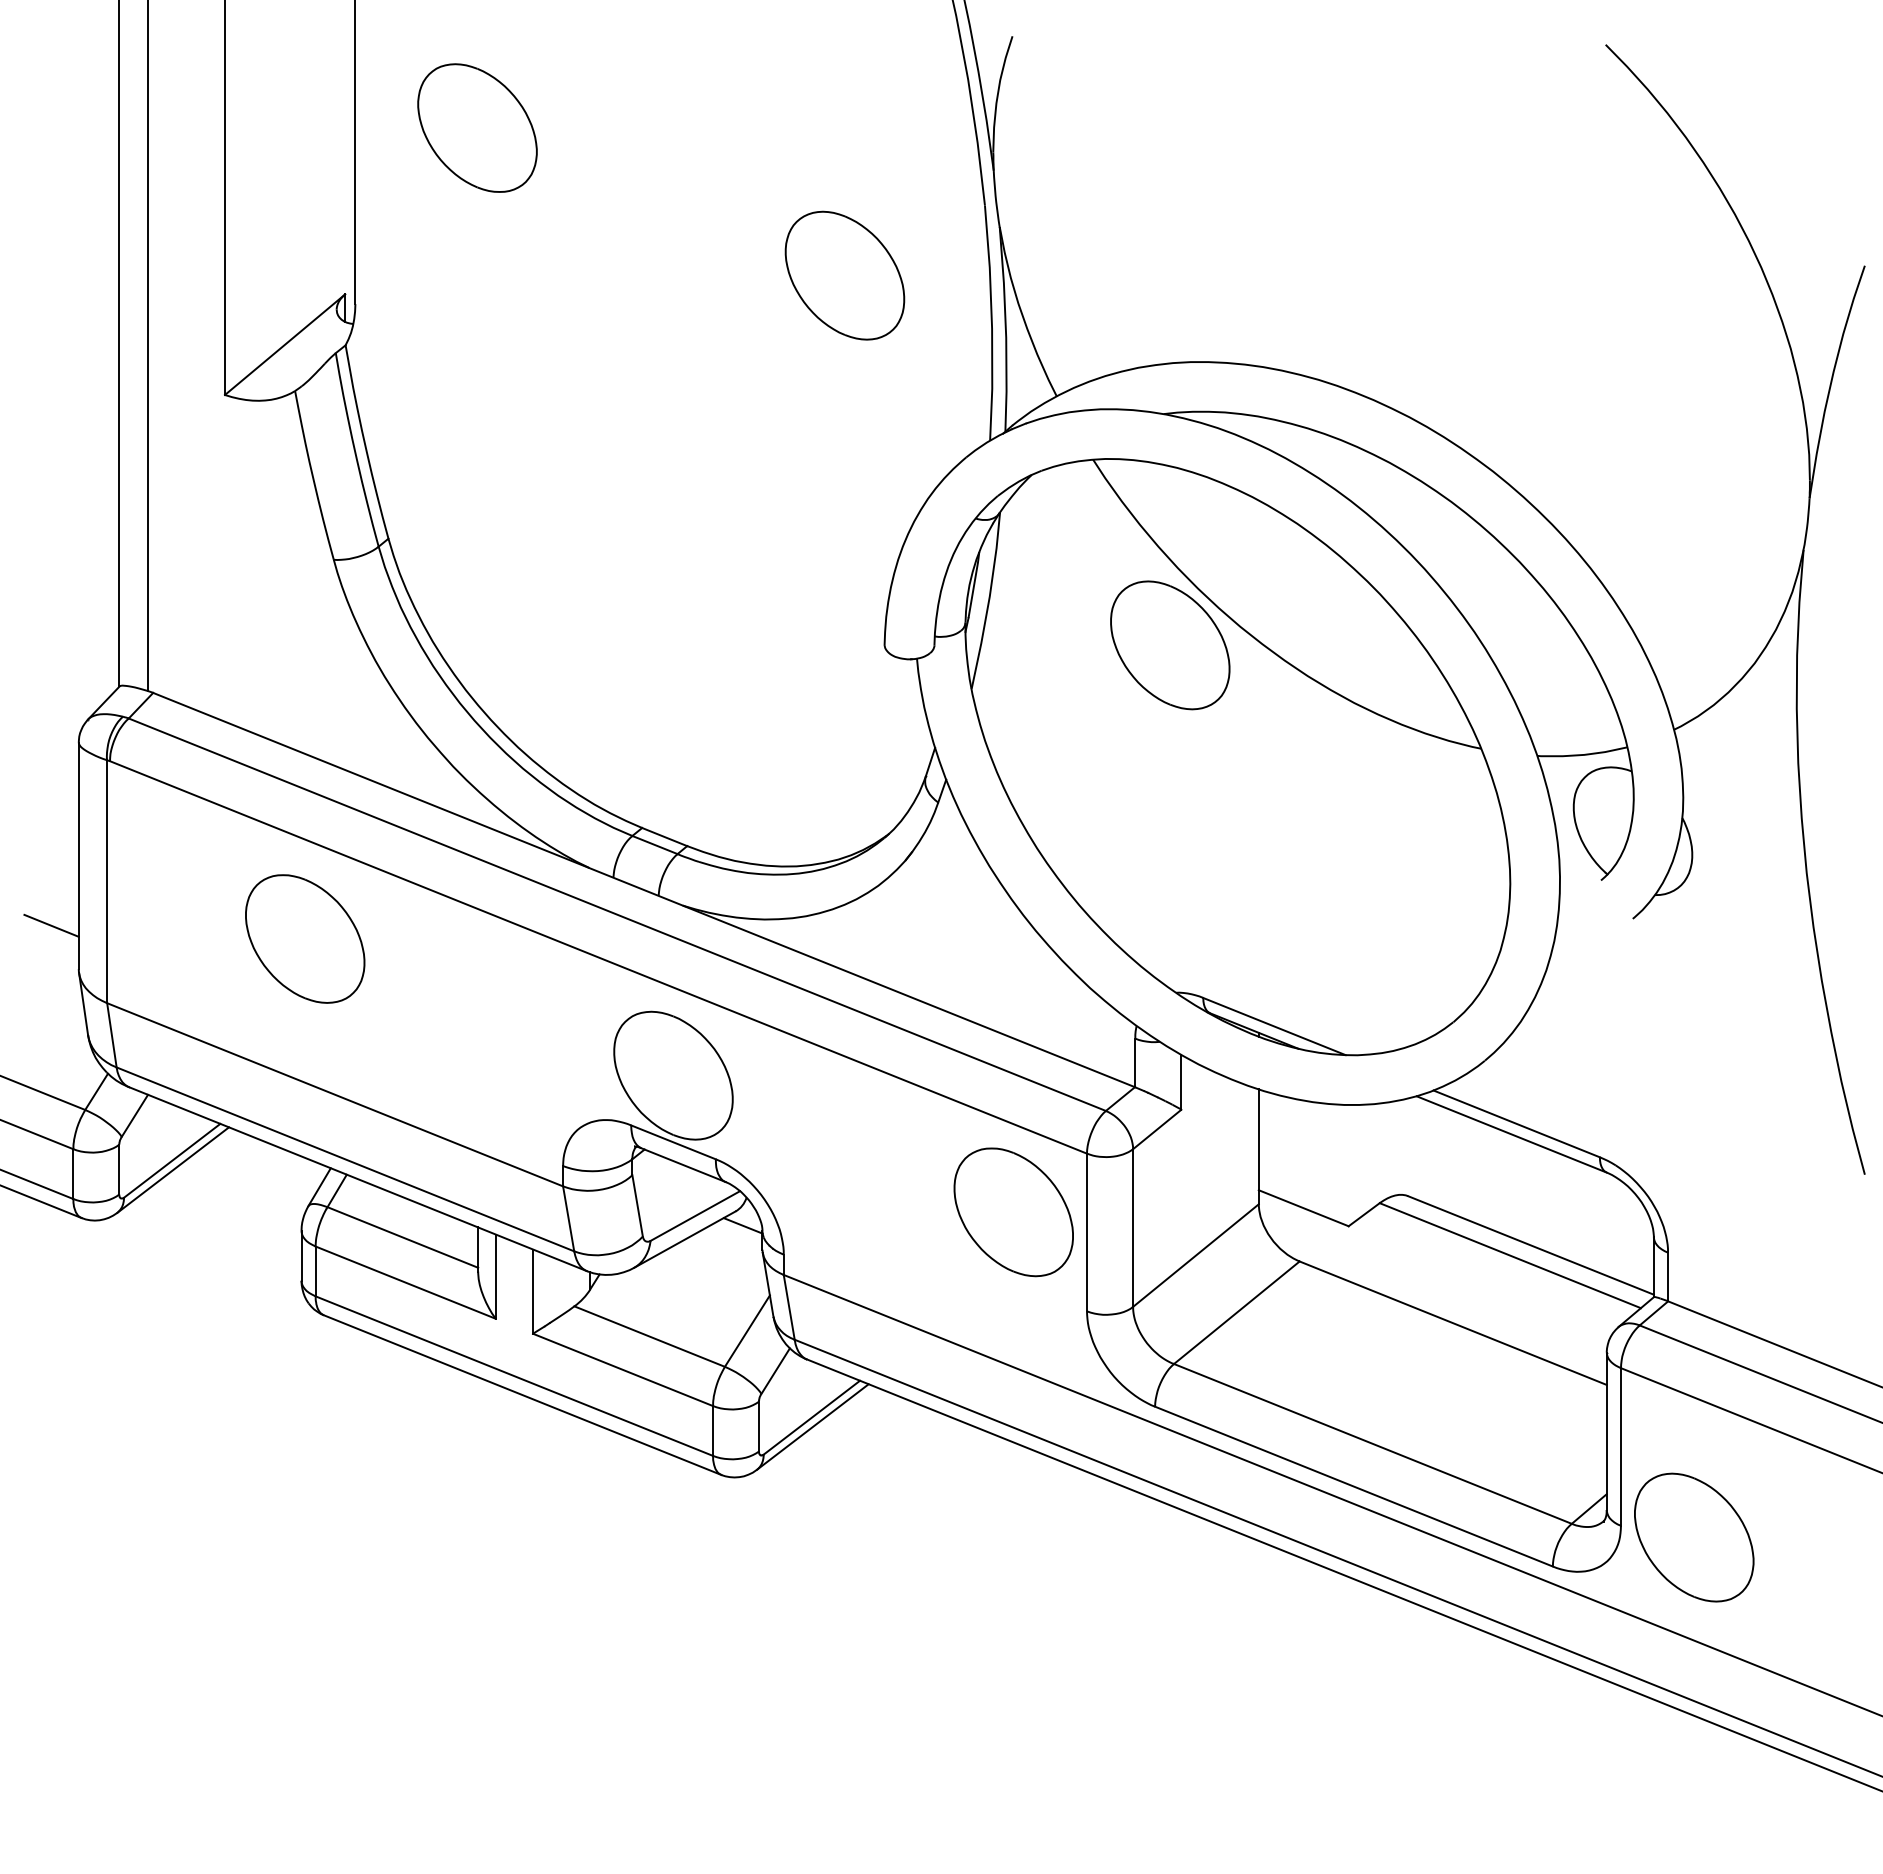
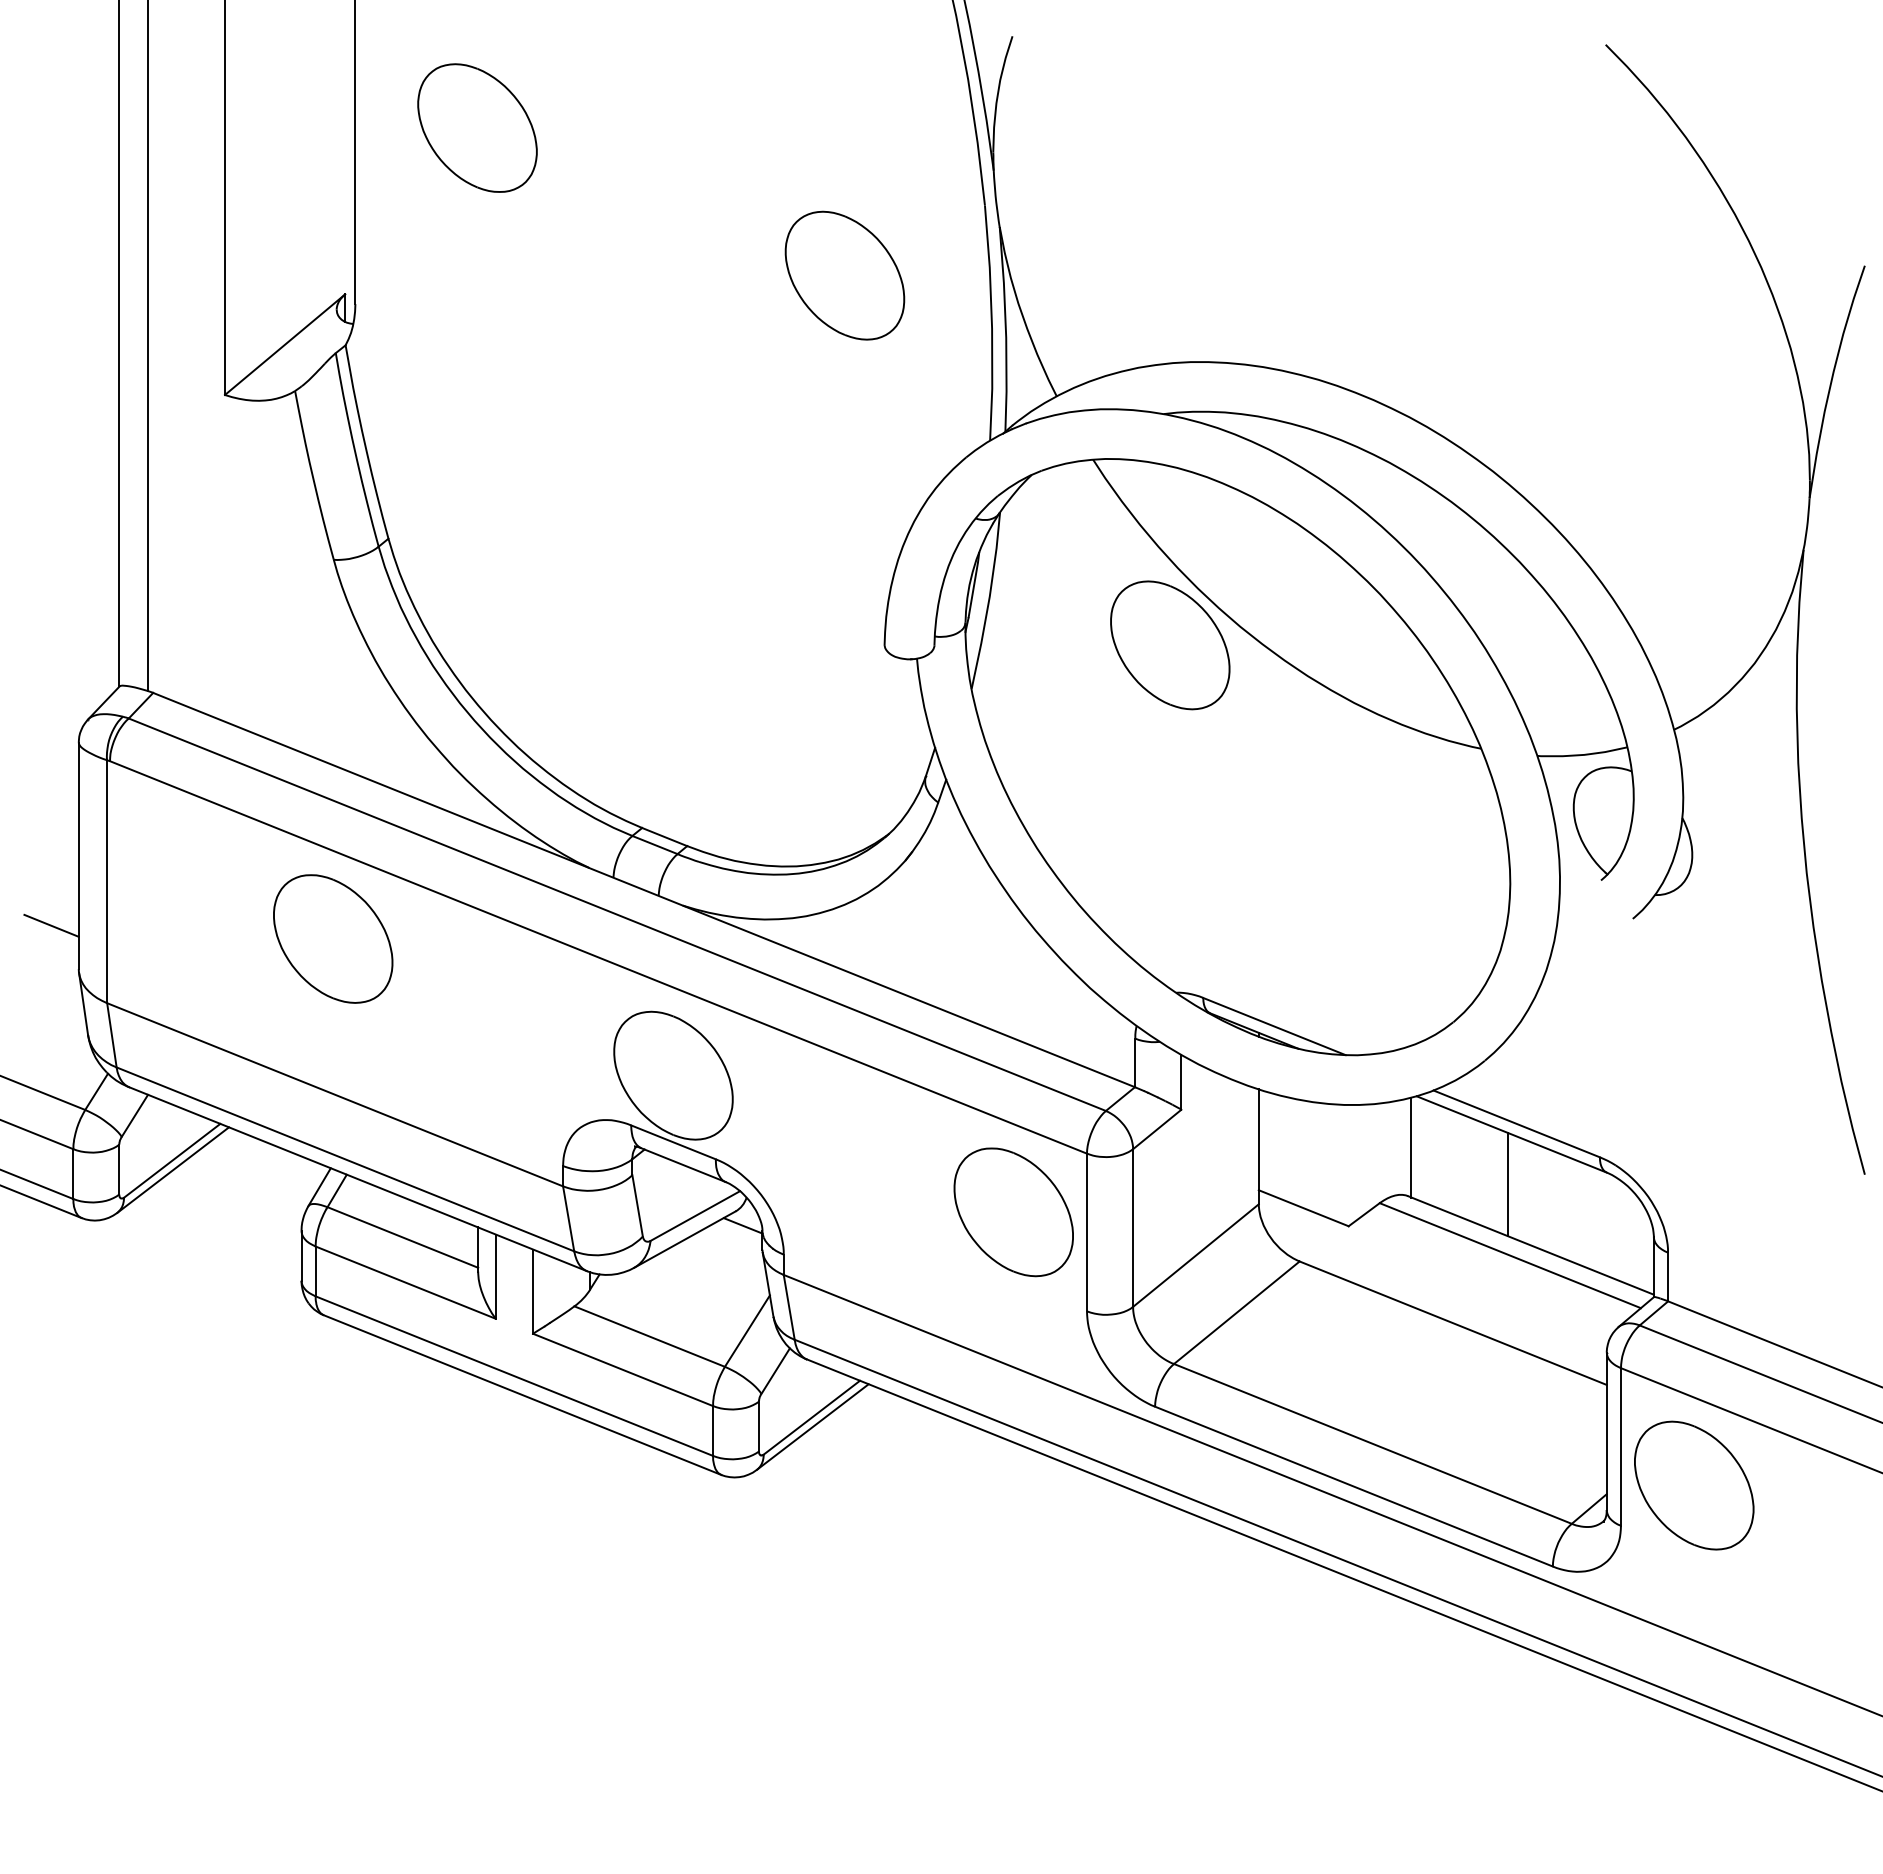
part at (305, 938) position: (305, 938) -> (333, 938)
line at (1411, 1147): none -> present
line at (1508, 1184): none -> present
part at (1694, 1537) position: (1694, 1537) -> (1694, 1485)
